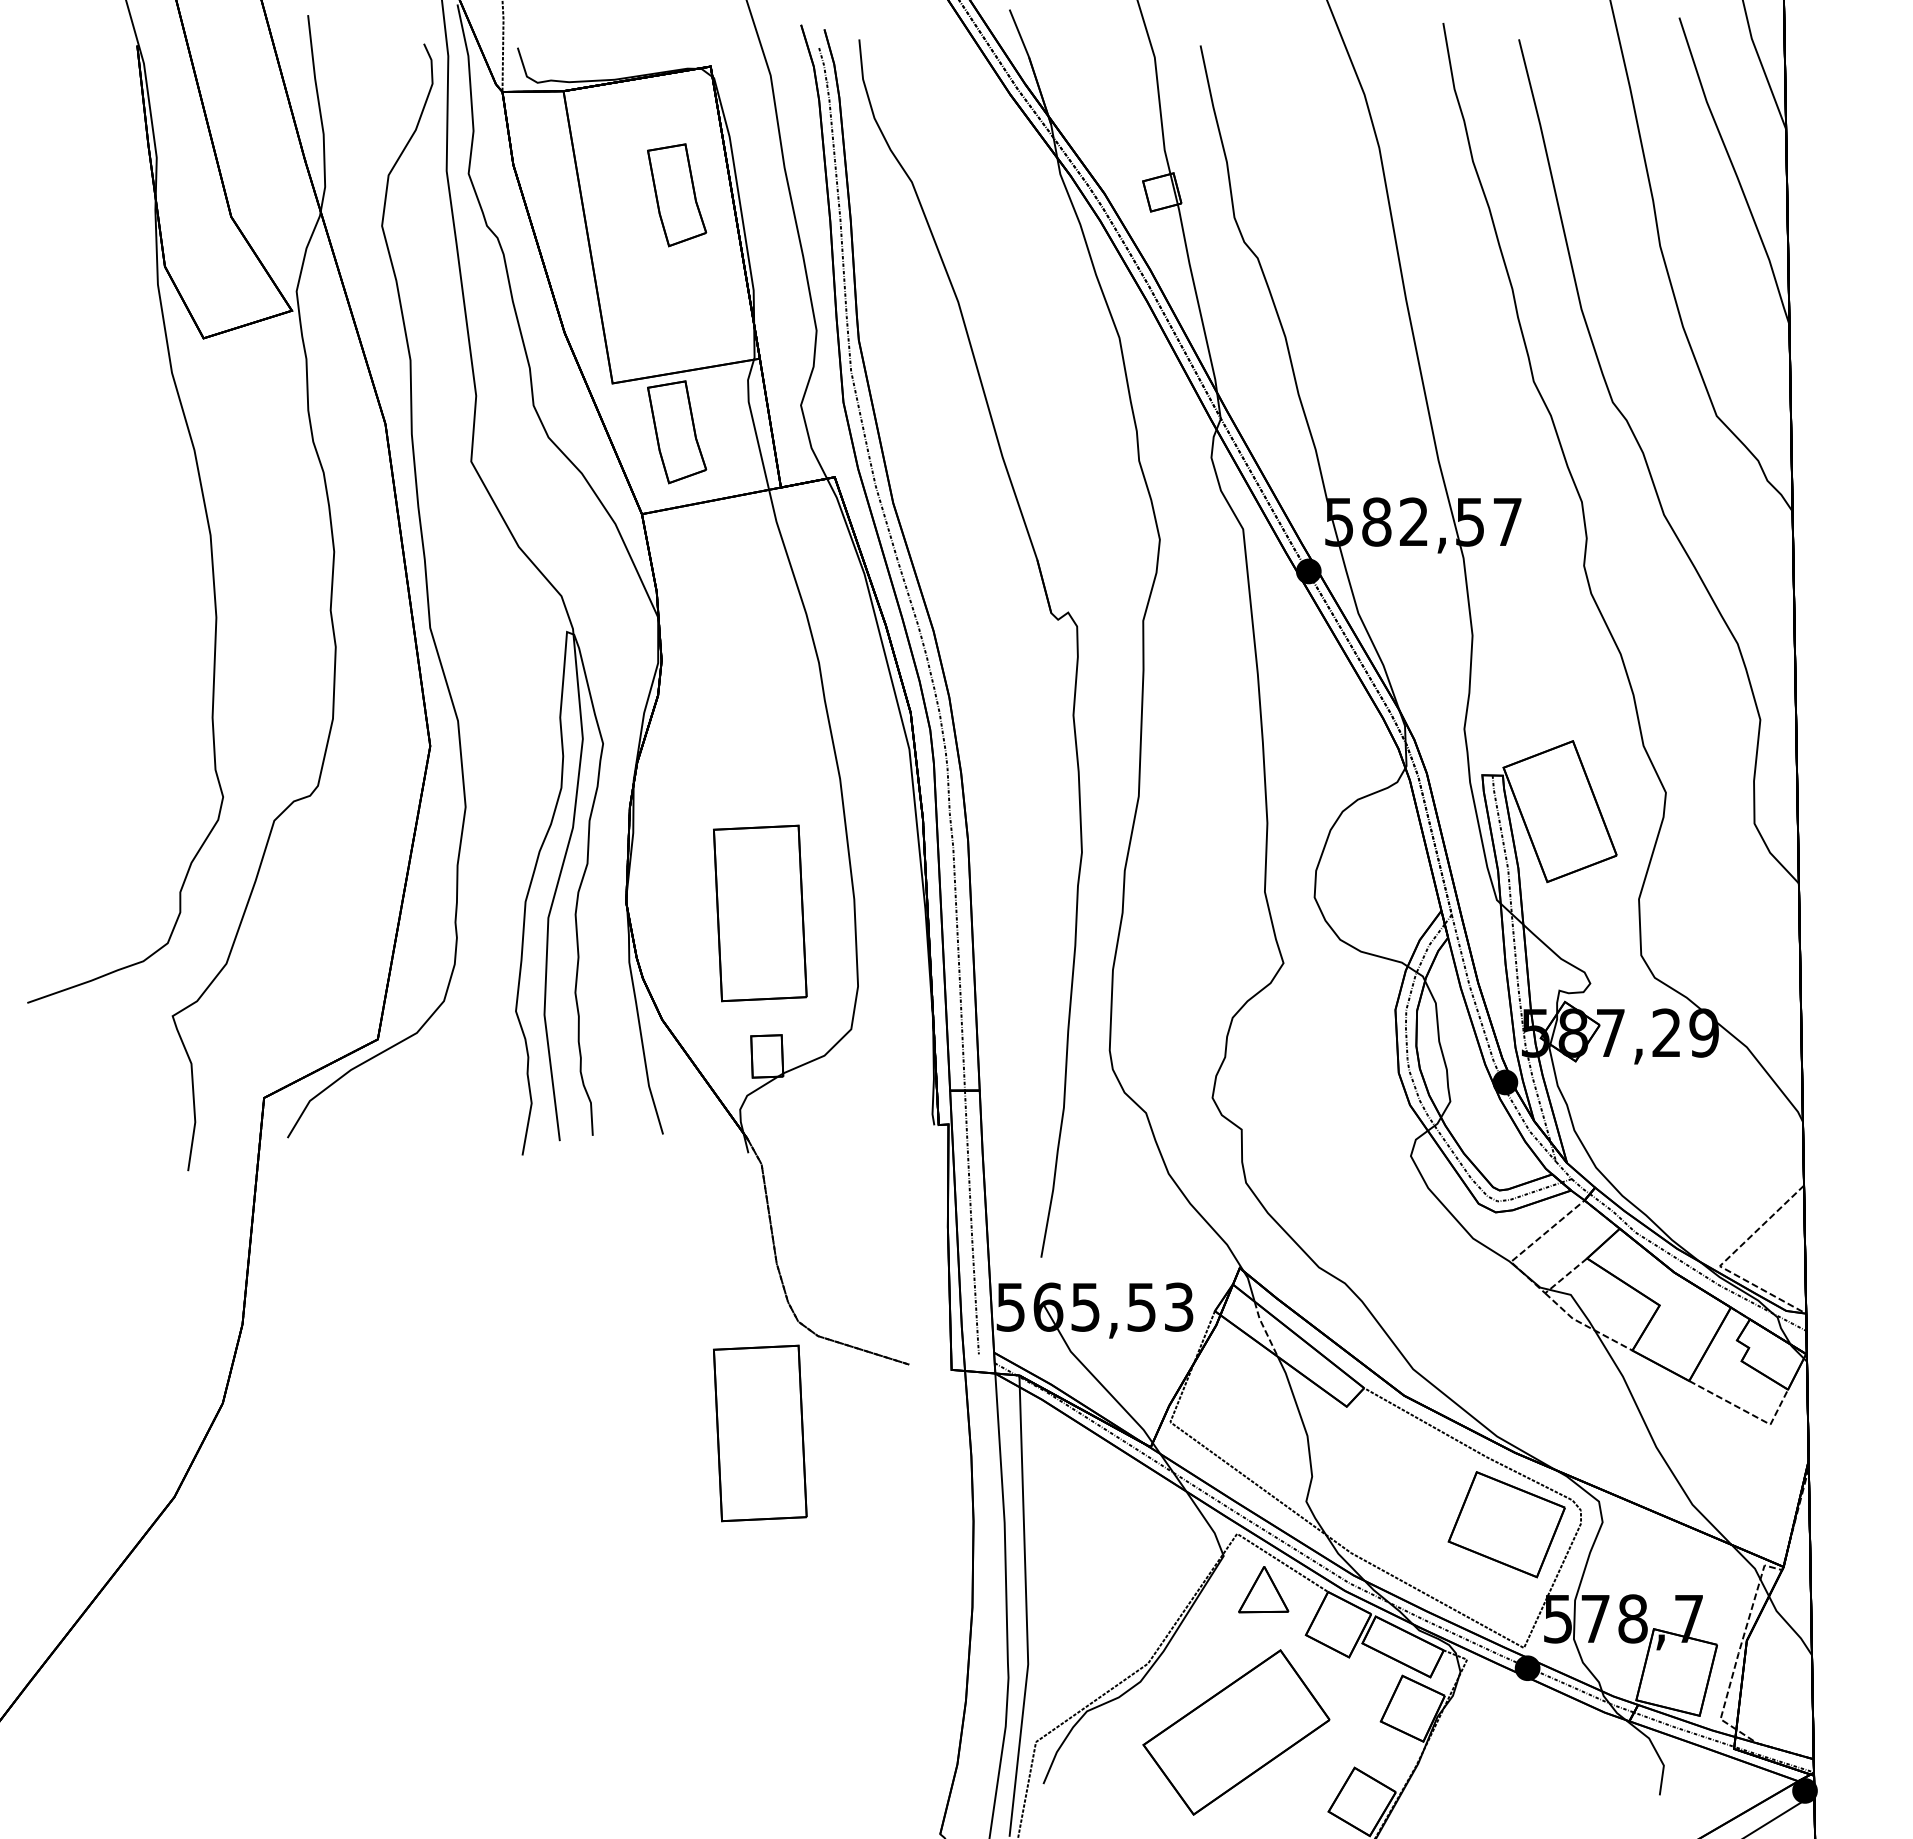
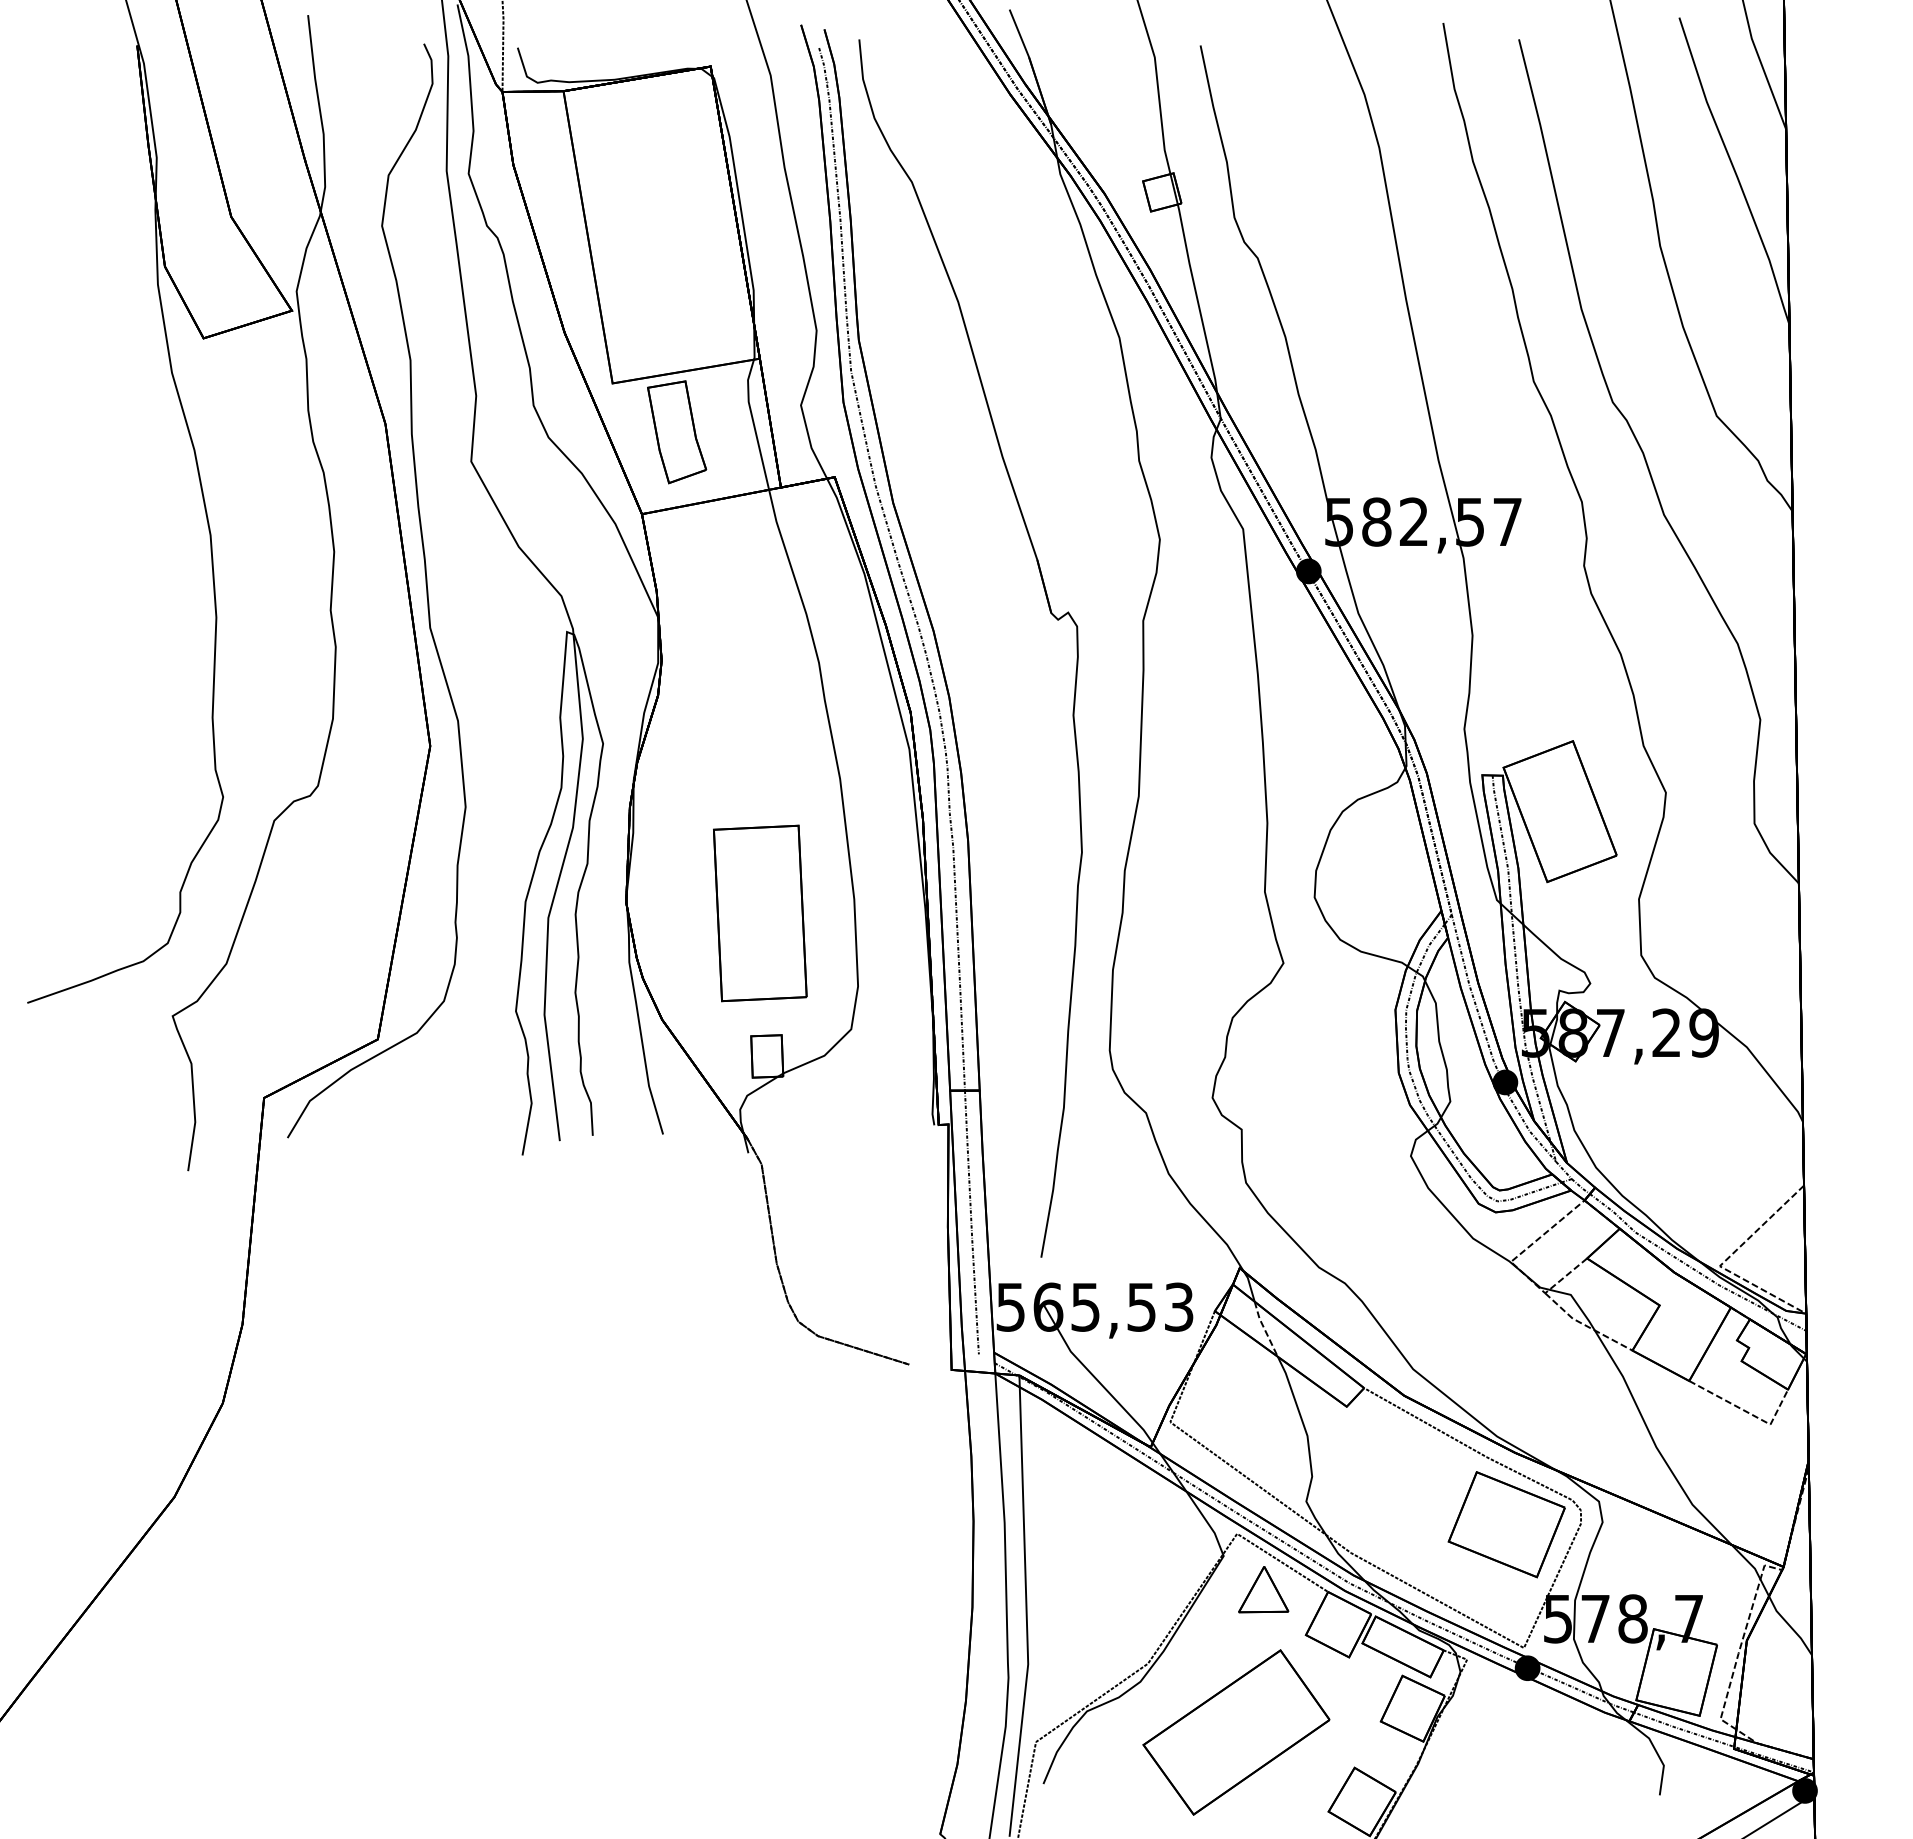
part at (677, 195): present -> none
part at (760, 1433): present -> none
